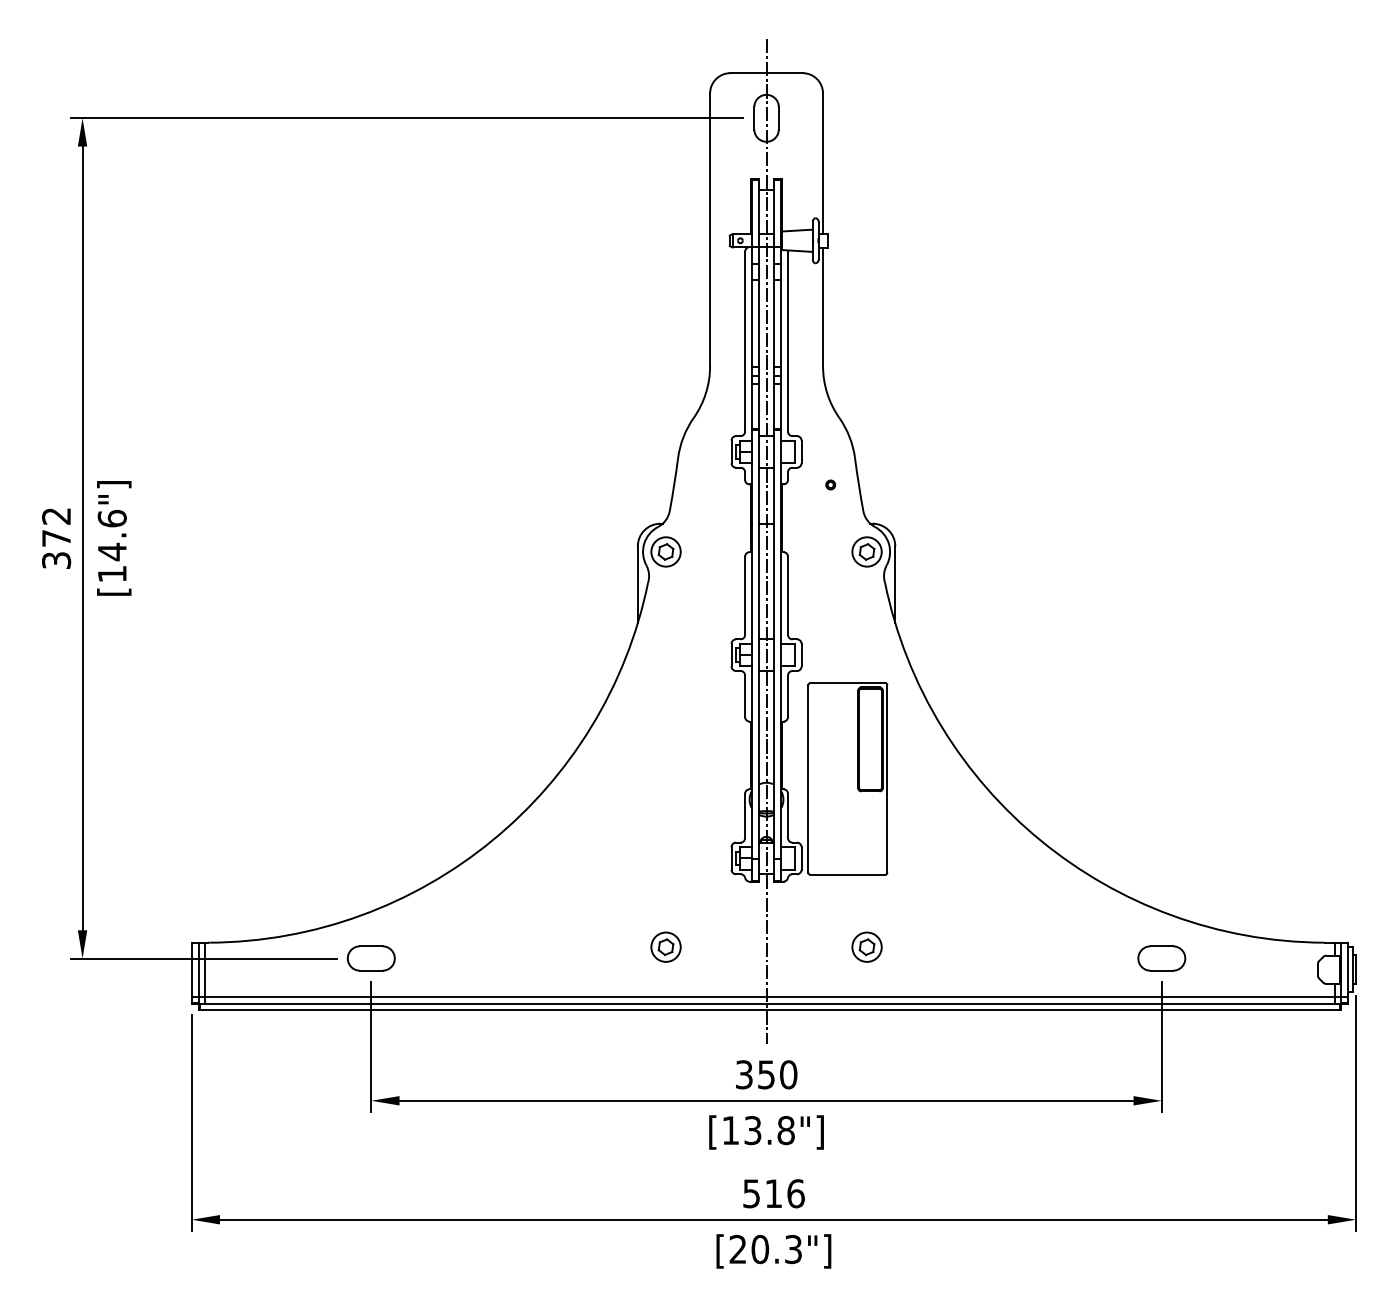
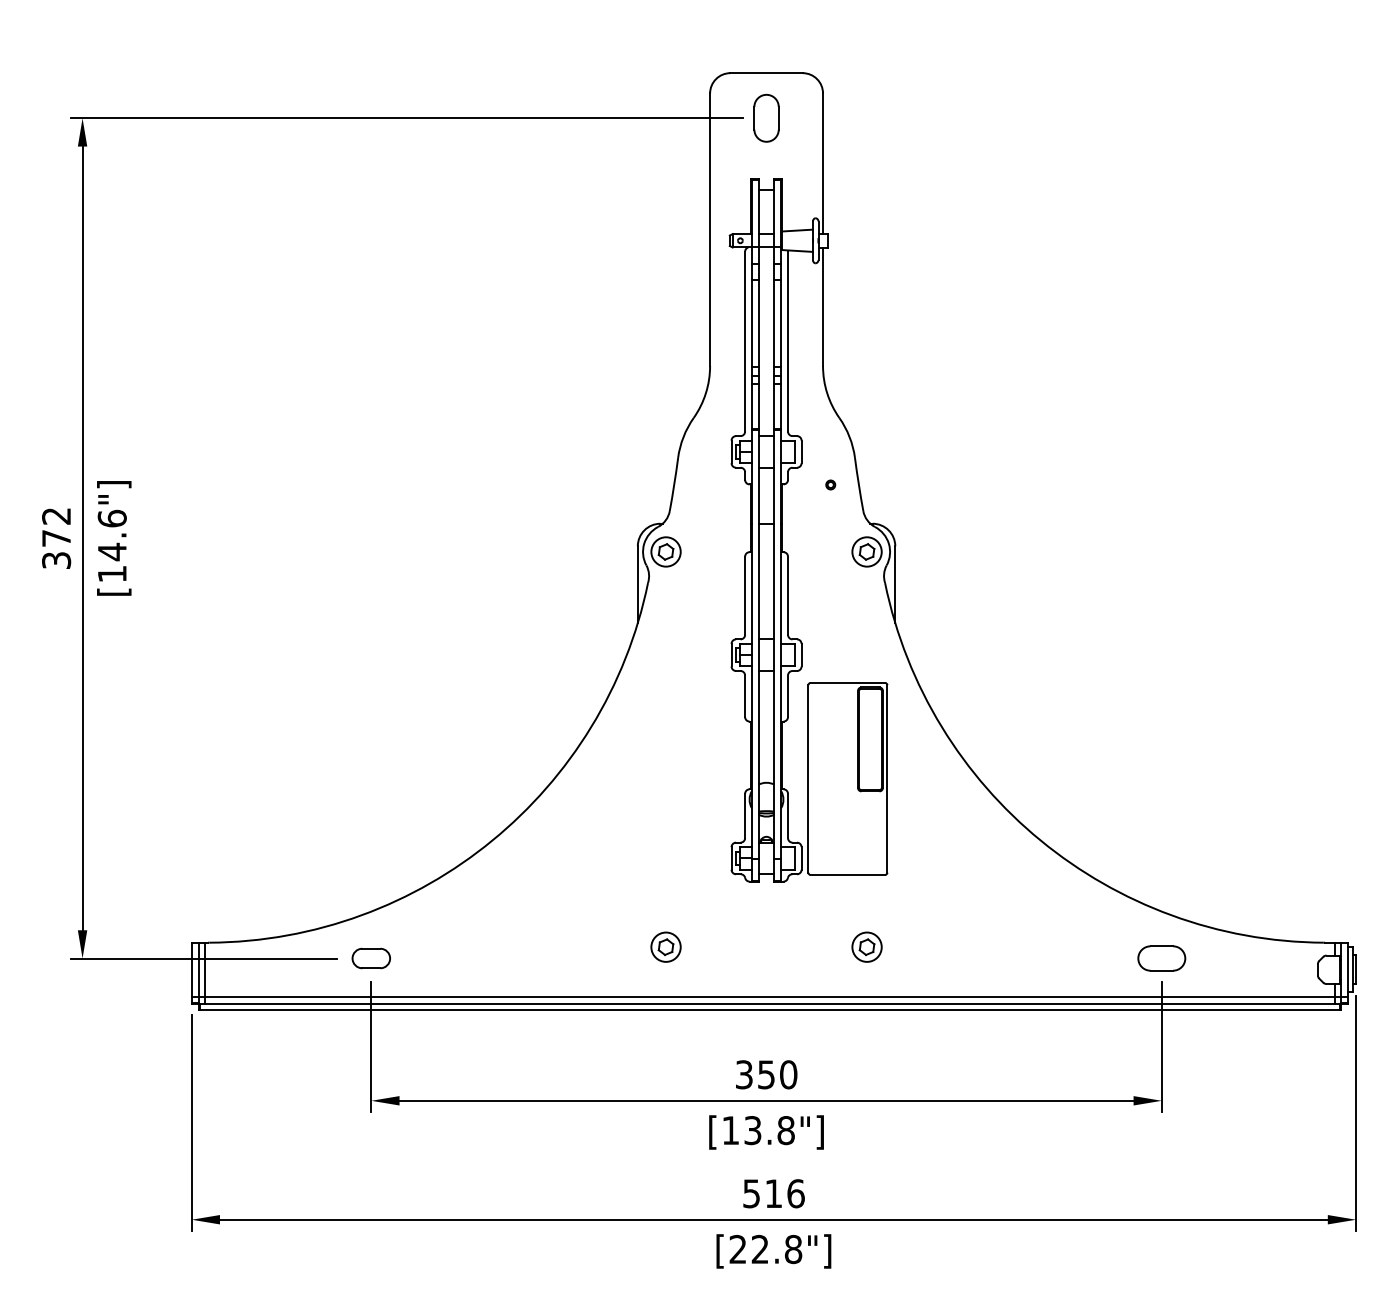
line at (766, 541): present -> none
part at (371, 958) size: 49x27 px -> 40x23 px
text at (776, 1249): [20.3"] -> [22.8"]
